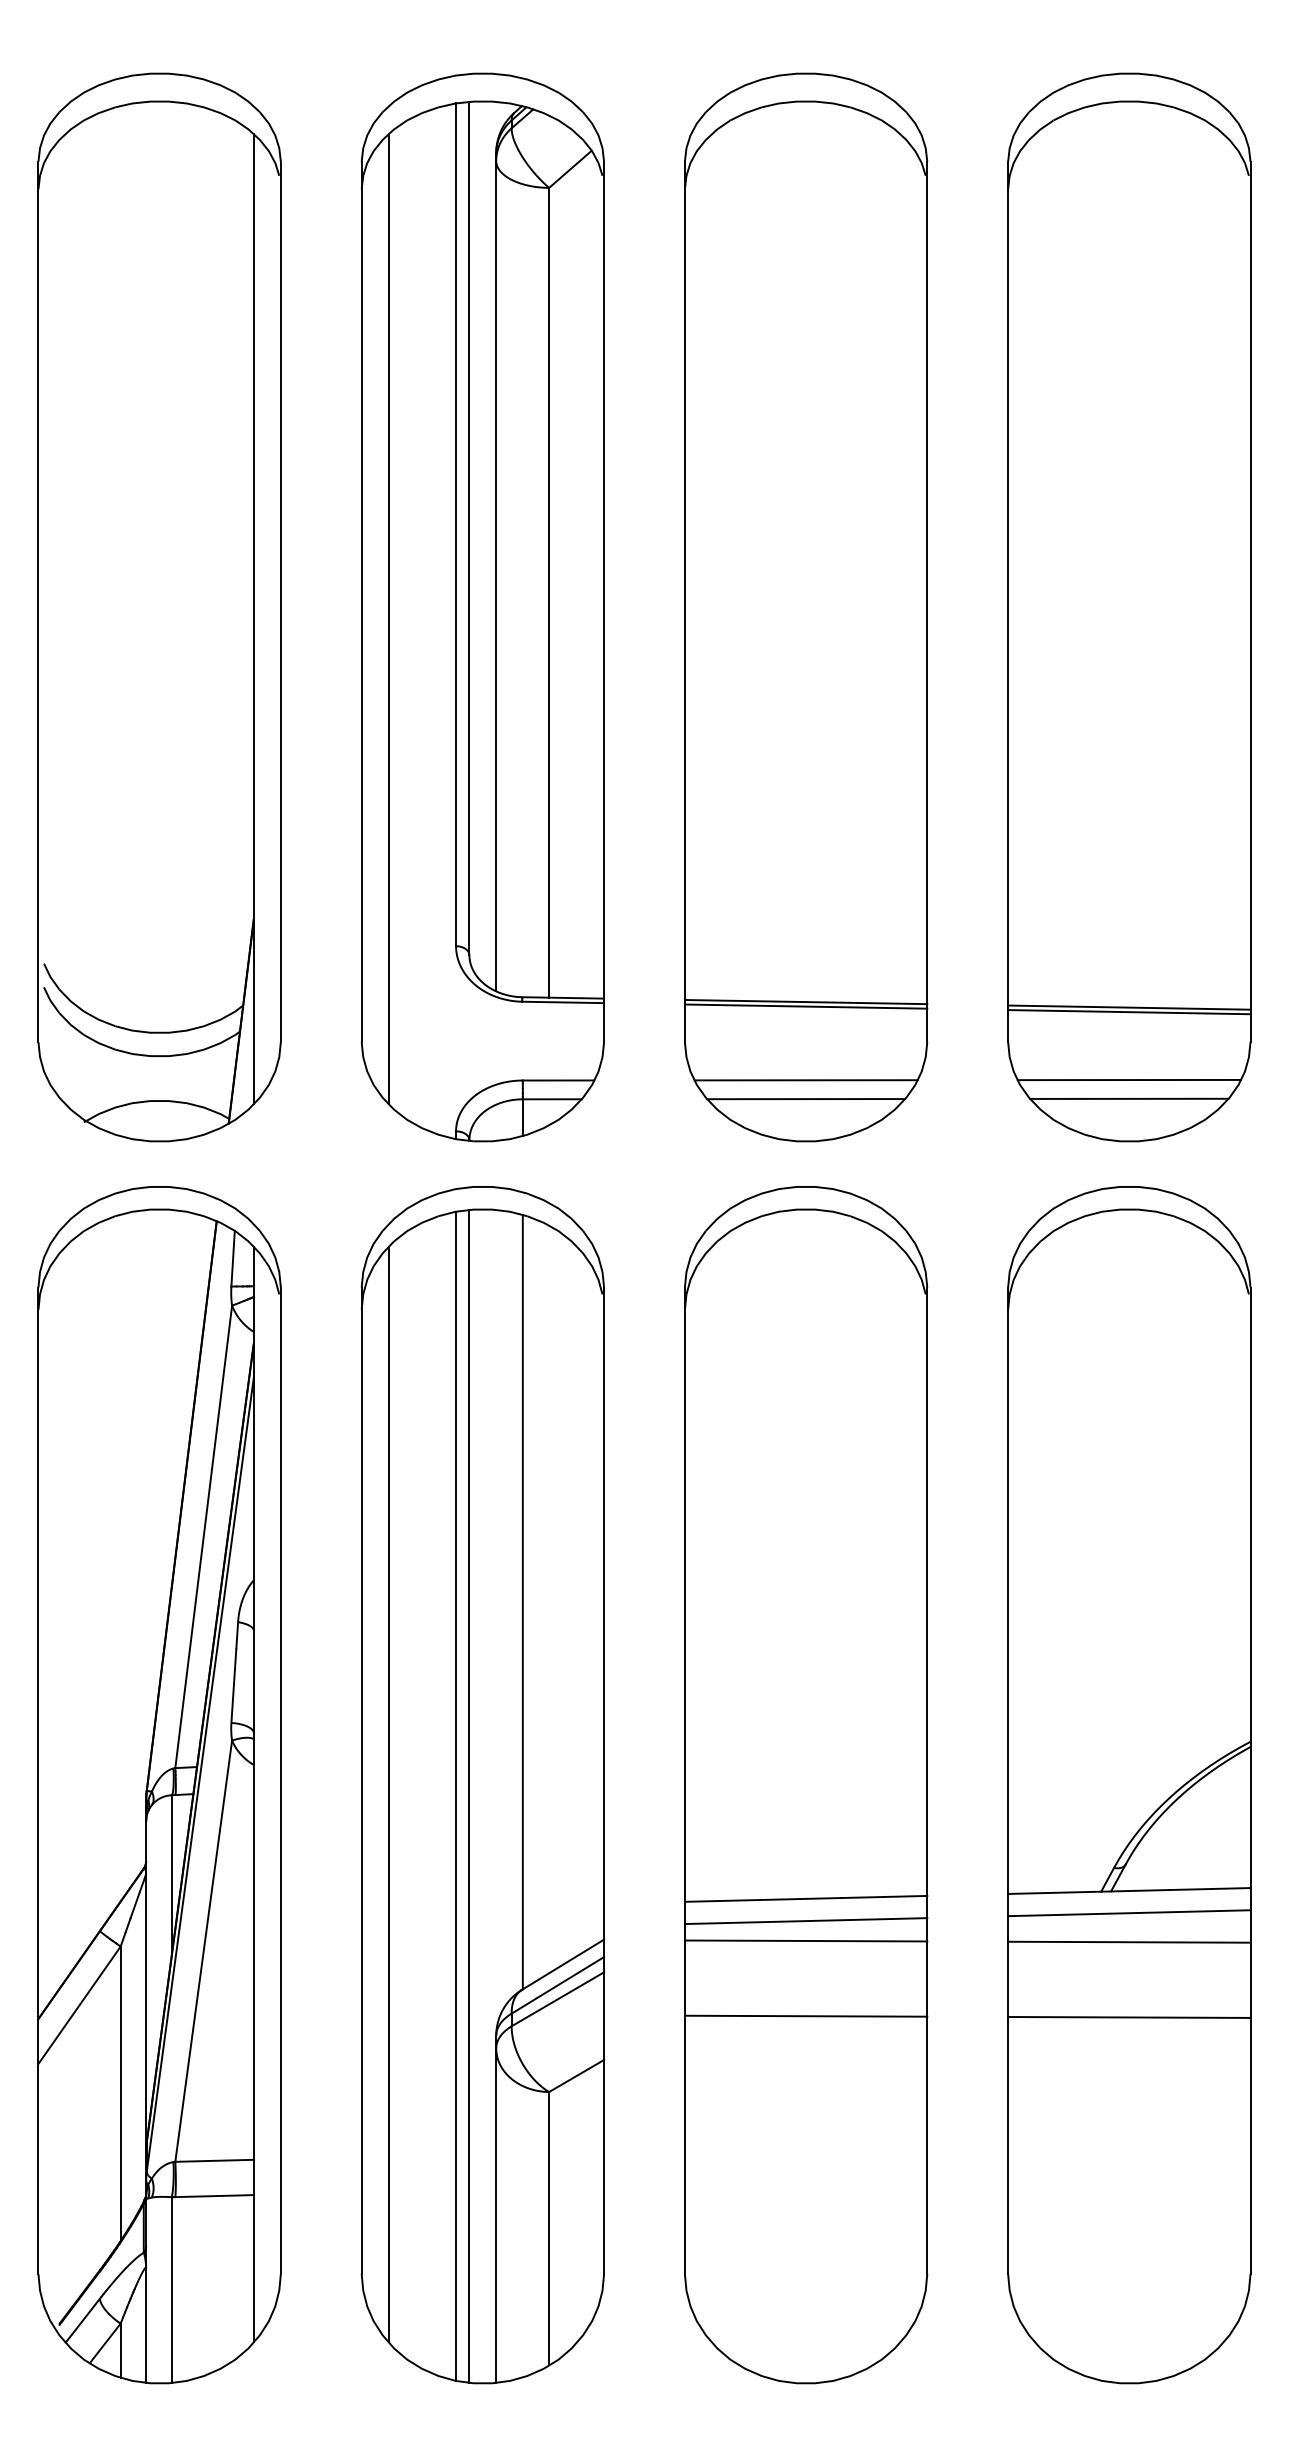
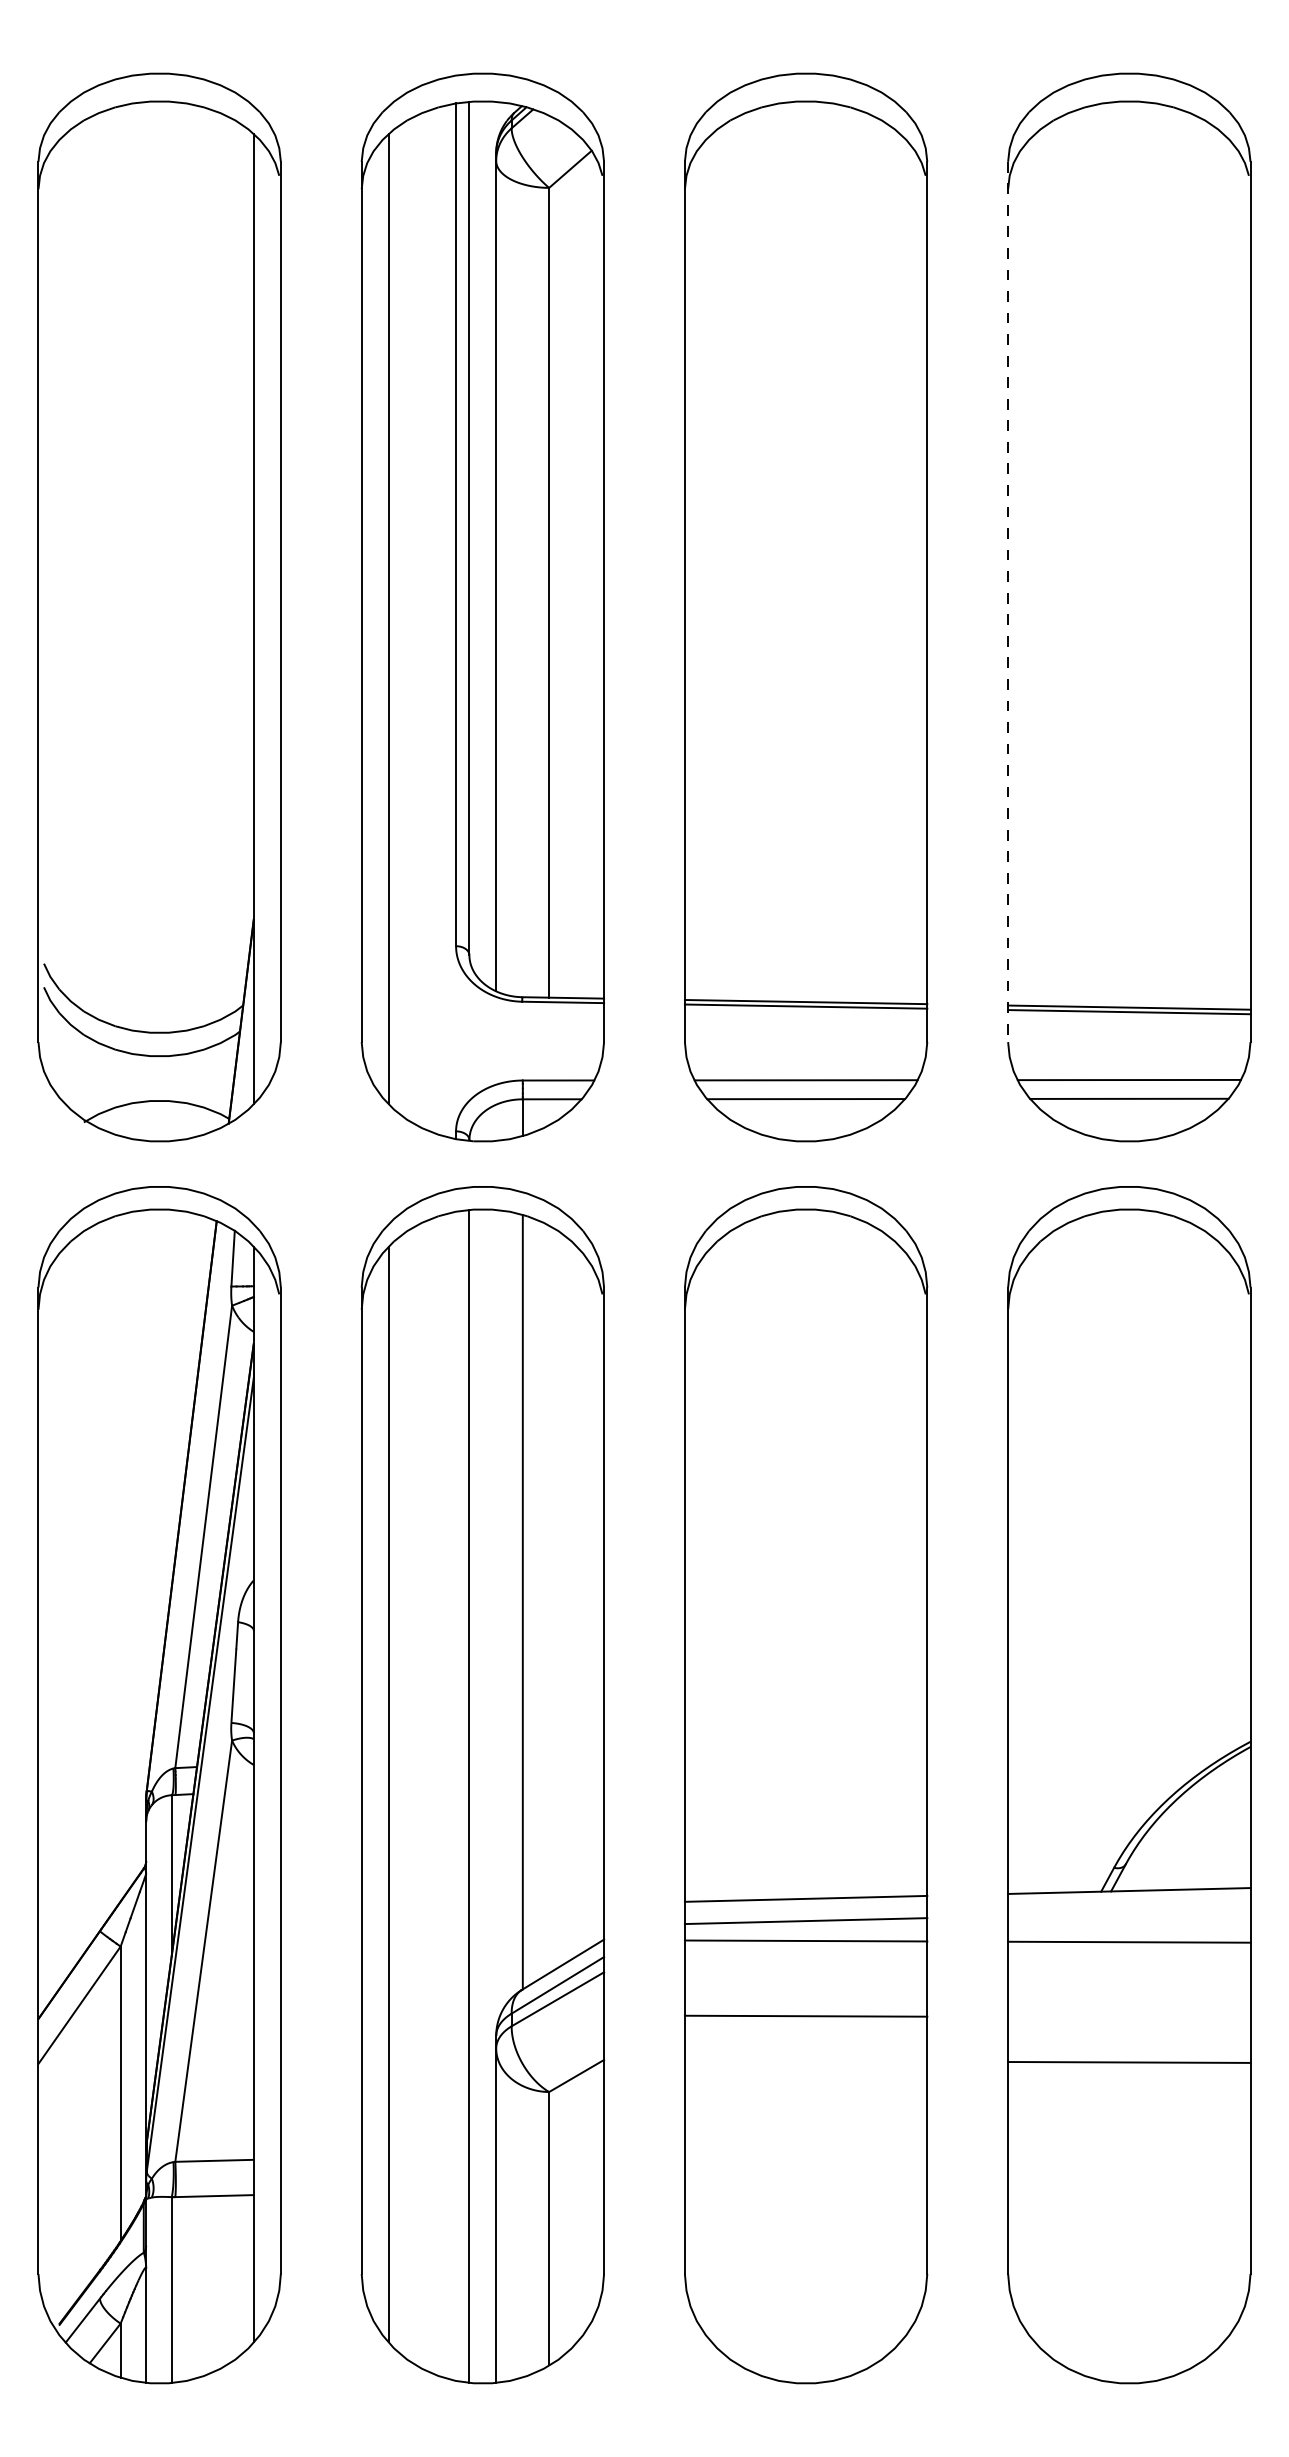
line at (1008, 602): solid -> dashed
line at (456, 1795): present -> none
line at (1129, 1913): present -> none
line at (1129, 2017) position: (1129, 2017) -> (1129, 2062)
